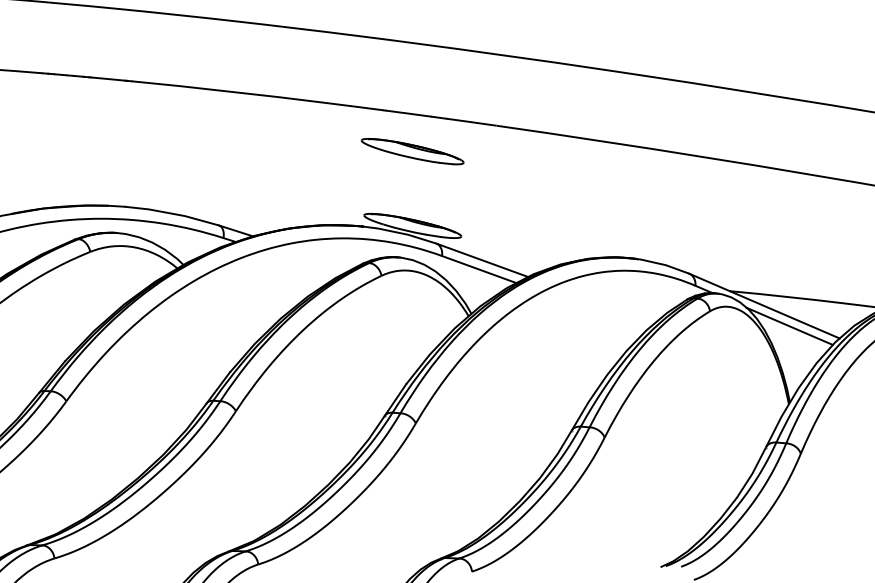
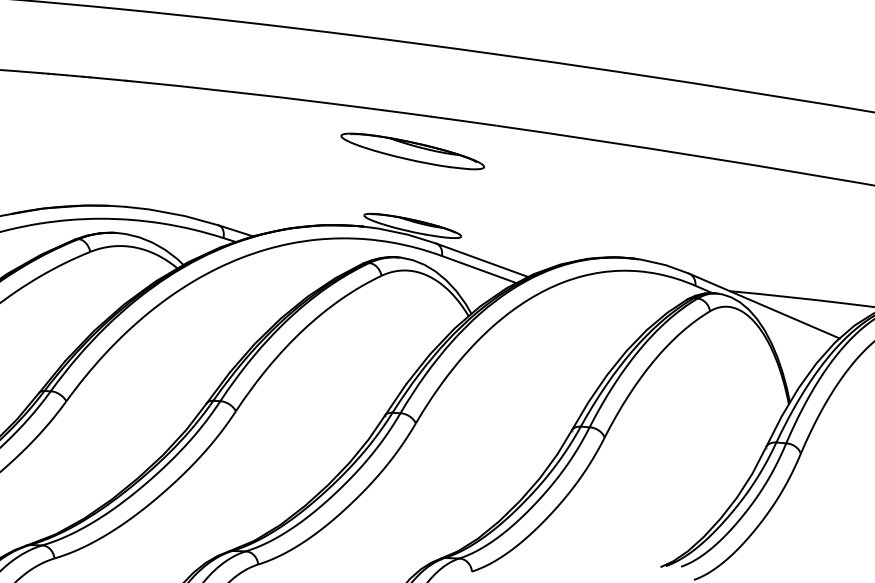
part at (412, 151) size: 105x28 px -> 145x39 px
line at (789, 325): present -> none
